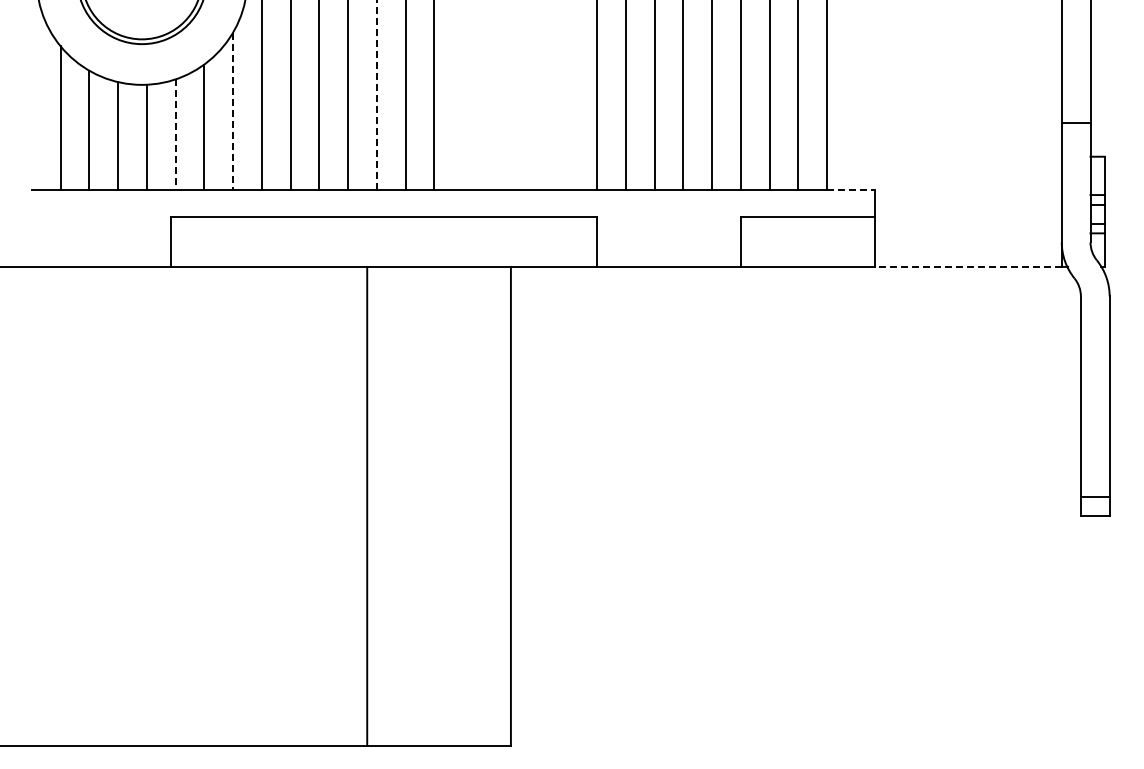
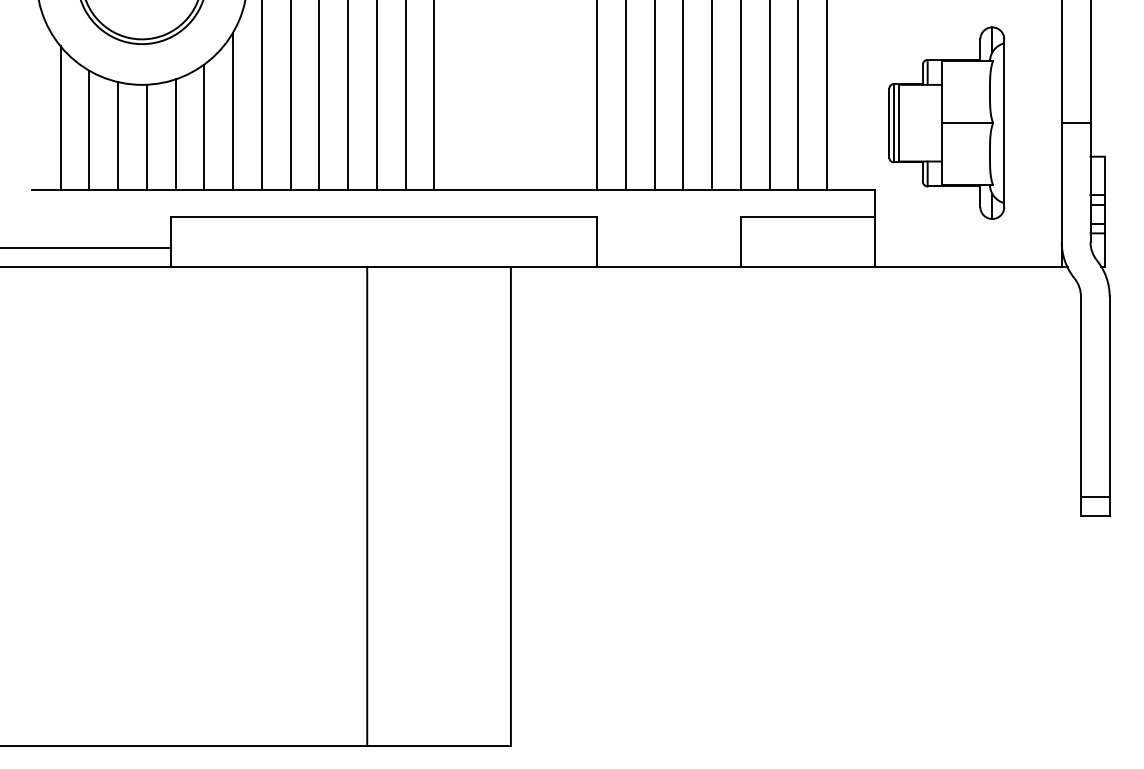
line at (376, 95): dashed -> solid
line at (233, 111): dashed -> solid
part at (946, 122): none -> present
line at (175, 135): dashed -> solid
line at (851, 190): dashed -> solid
line at (86, 247): none -> present
line at (967, 266): dashed -> solid
